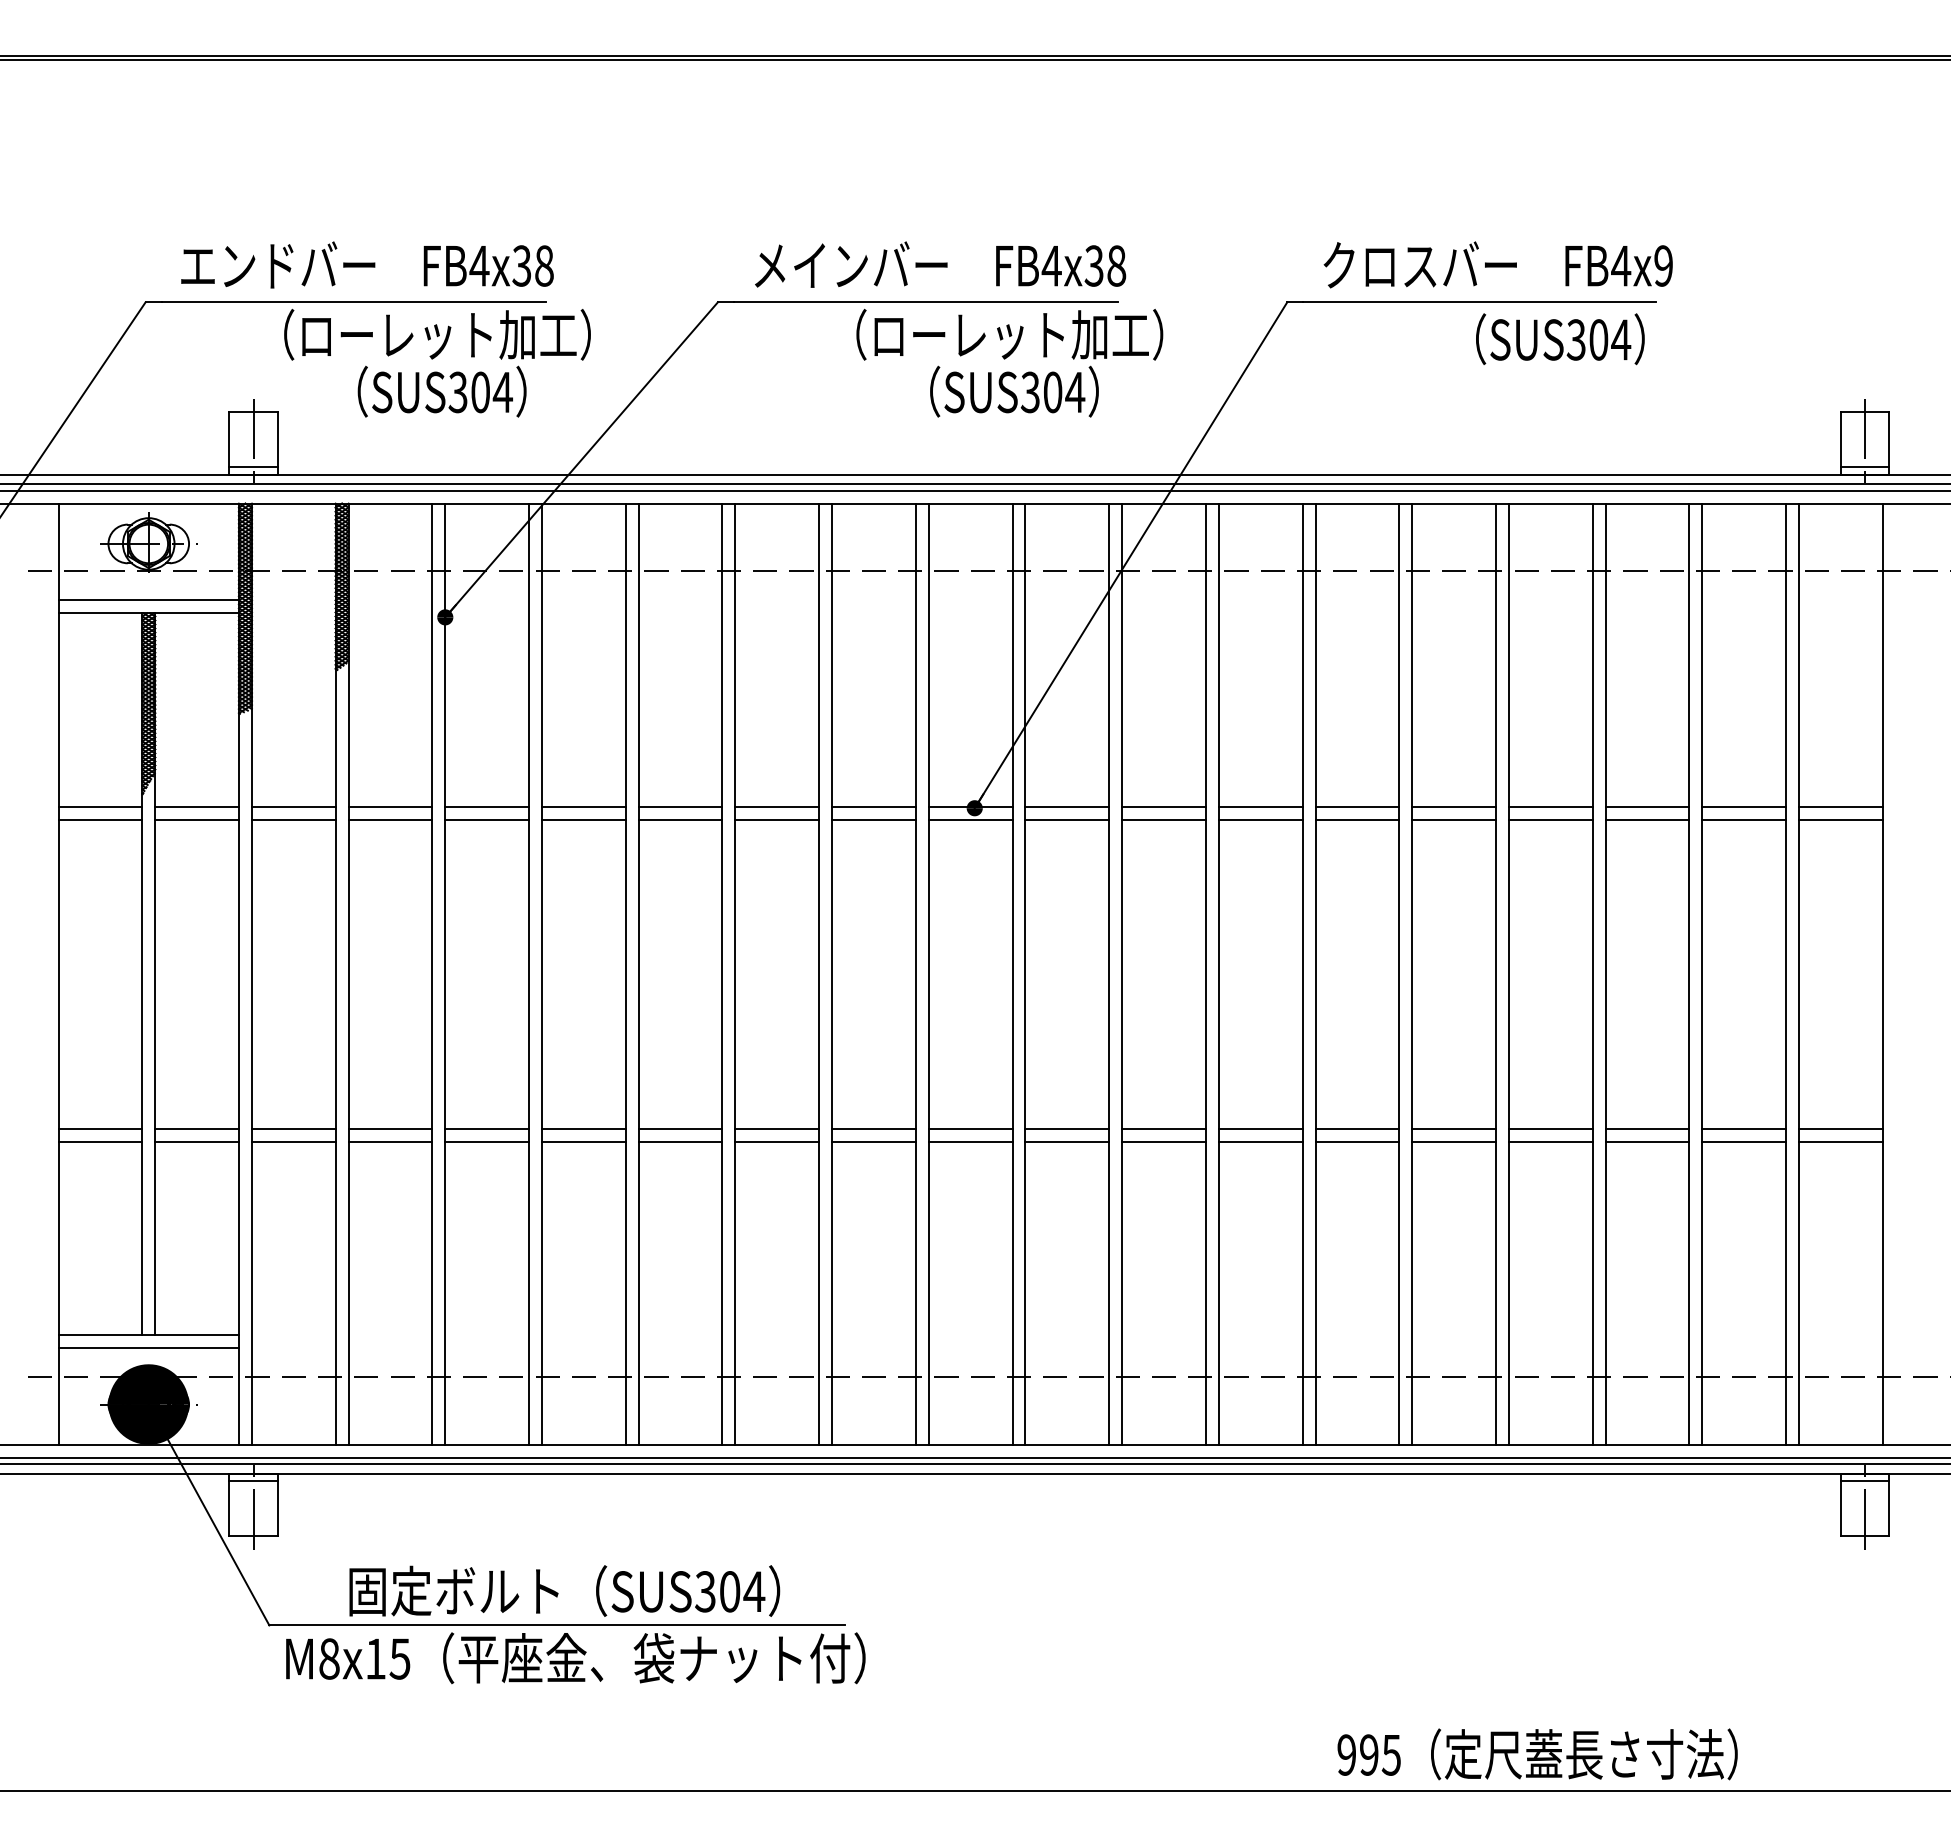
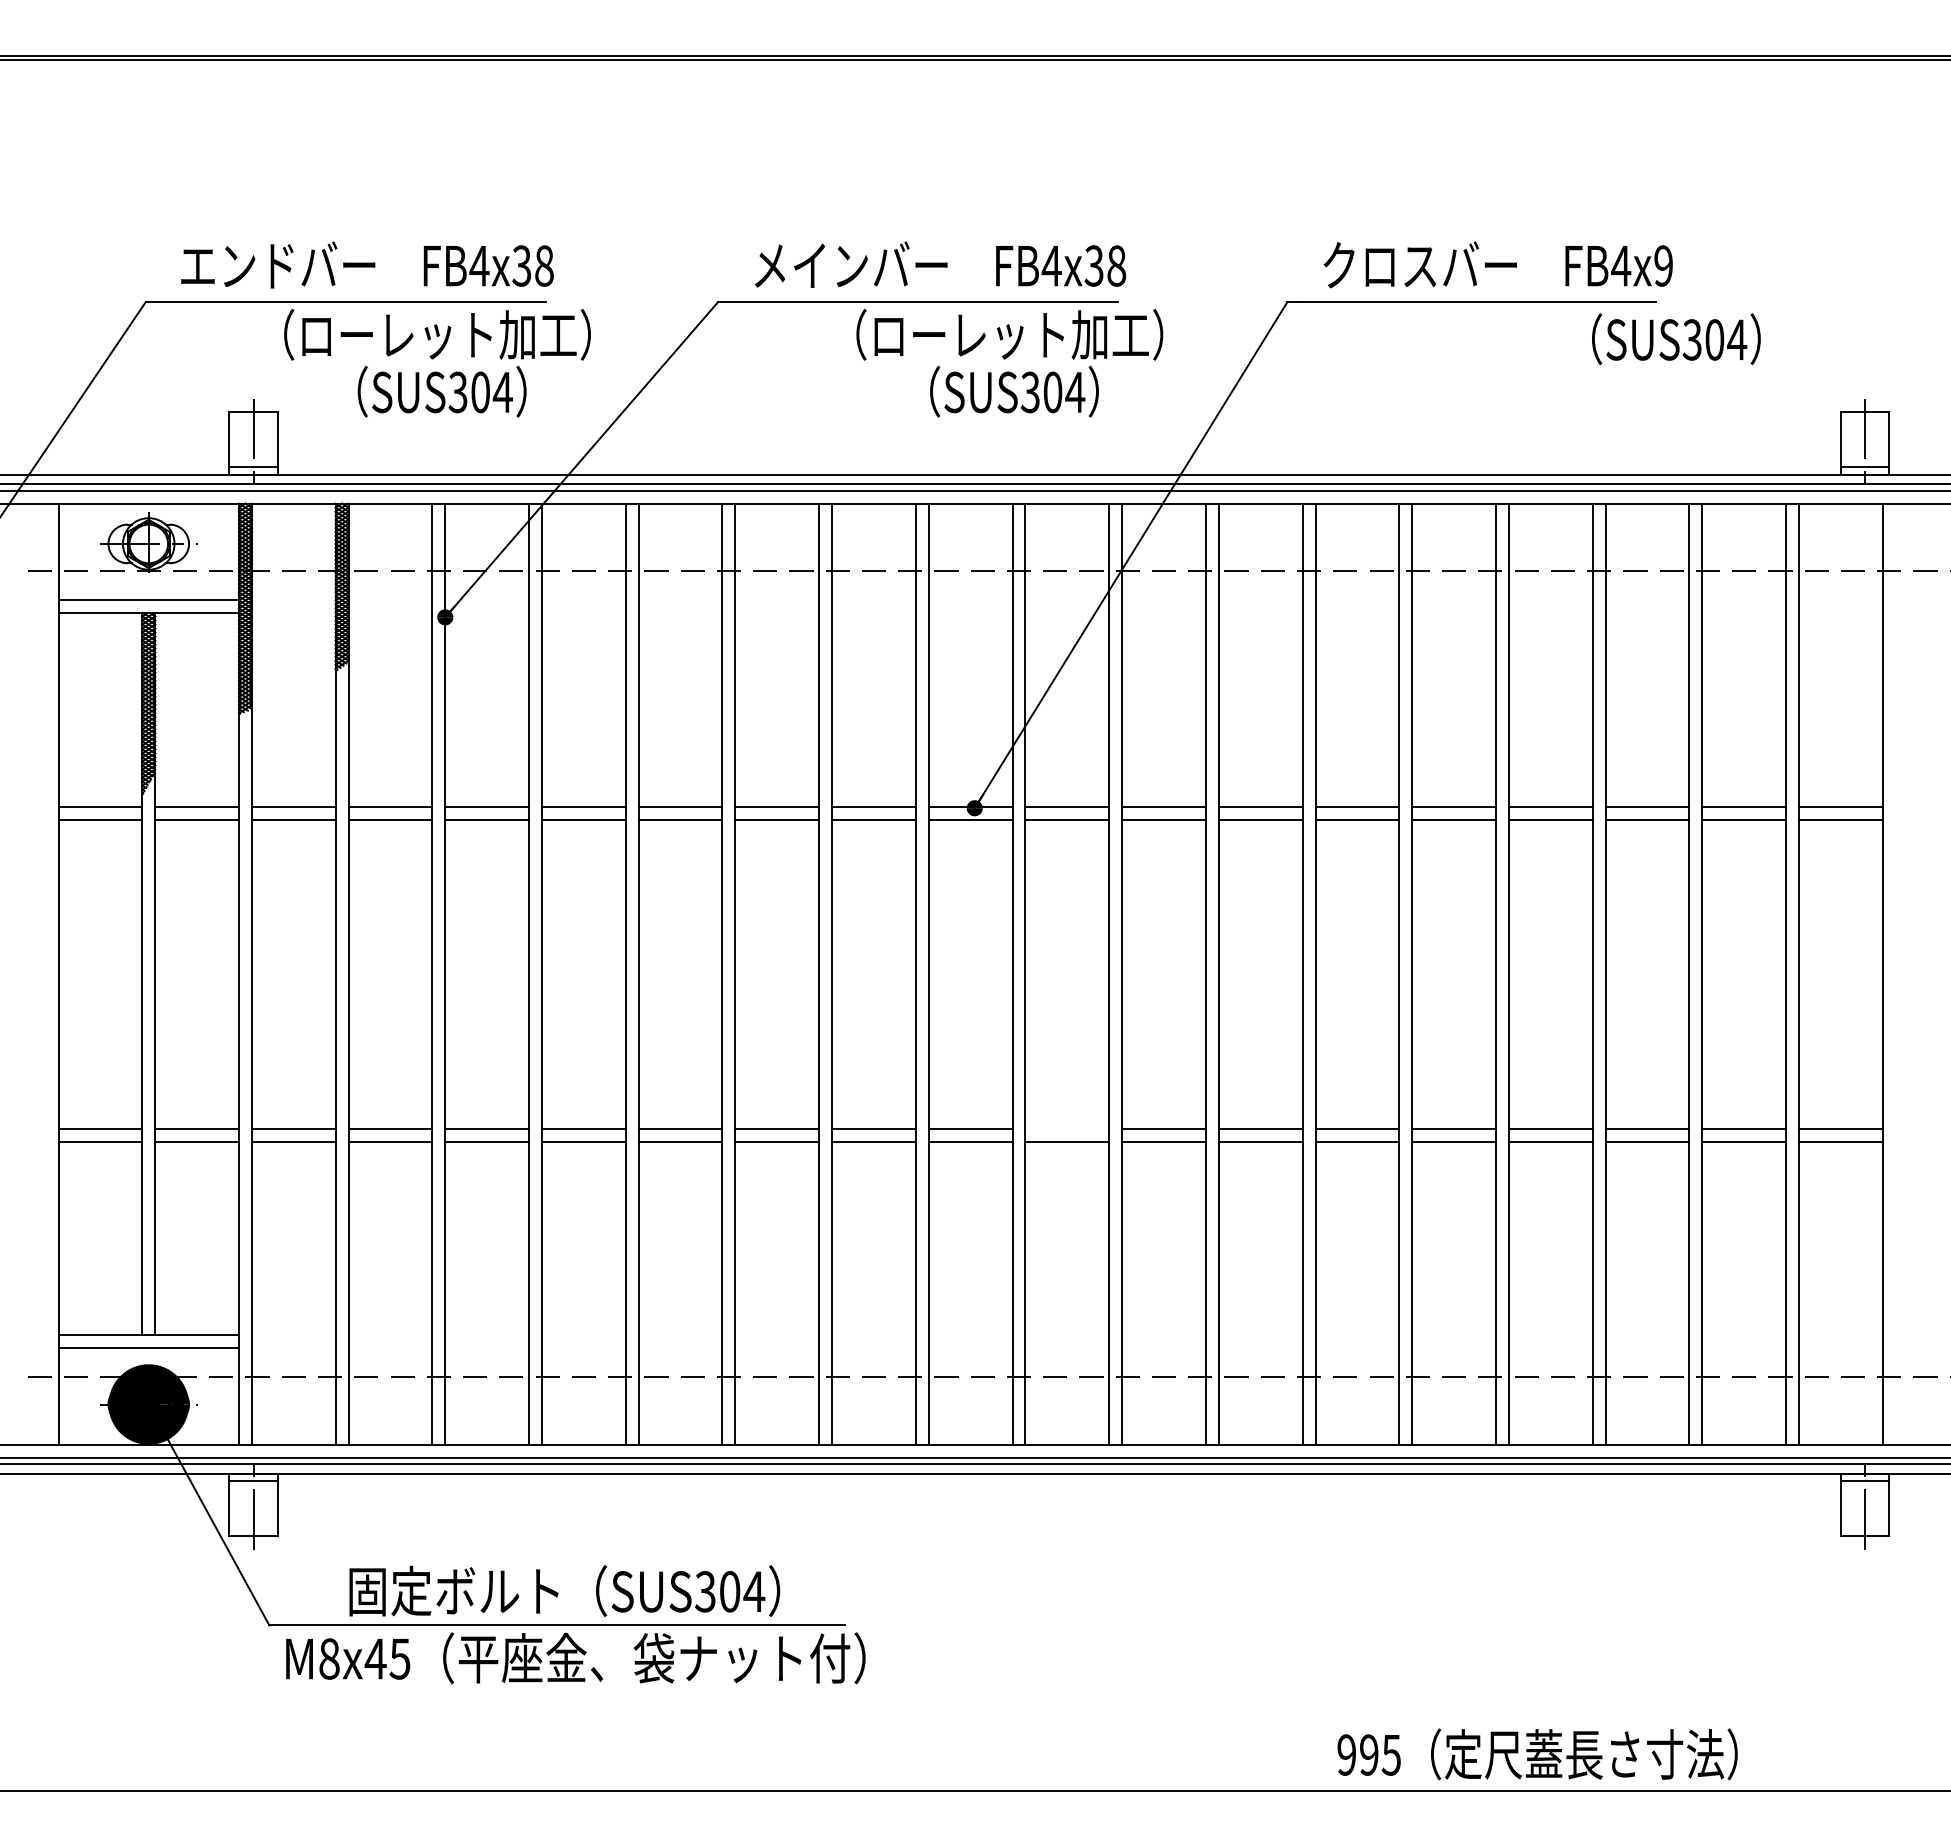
text at (1560, 339) position: (1560, 339) -> (1676, 339)
line at (1067, 1128): present -> none
text at (375, 1658): M8x15 -> M8x45
